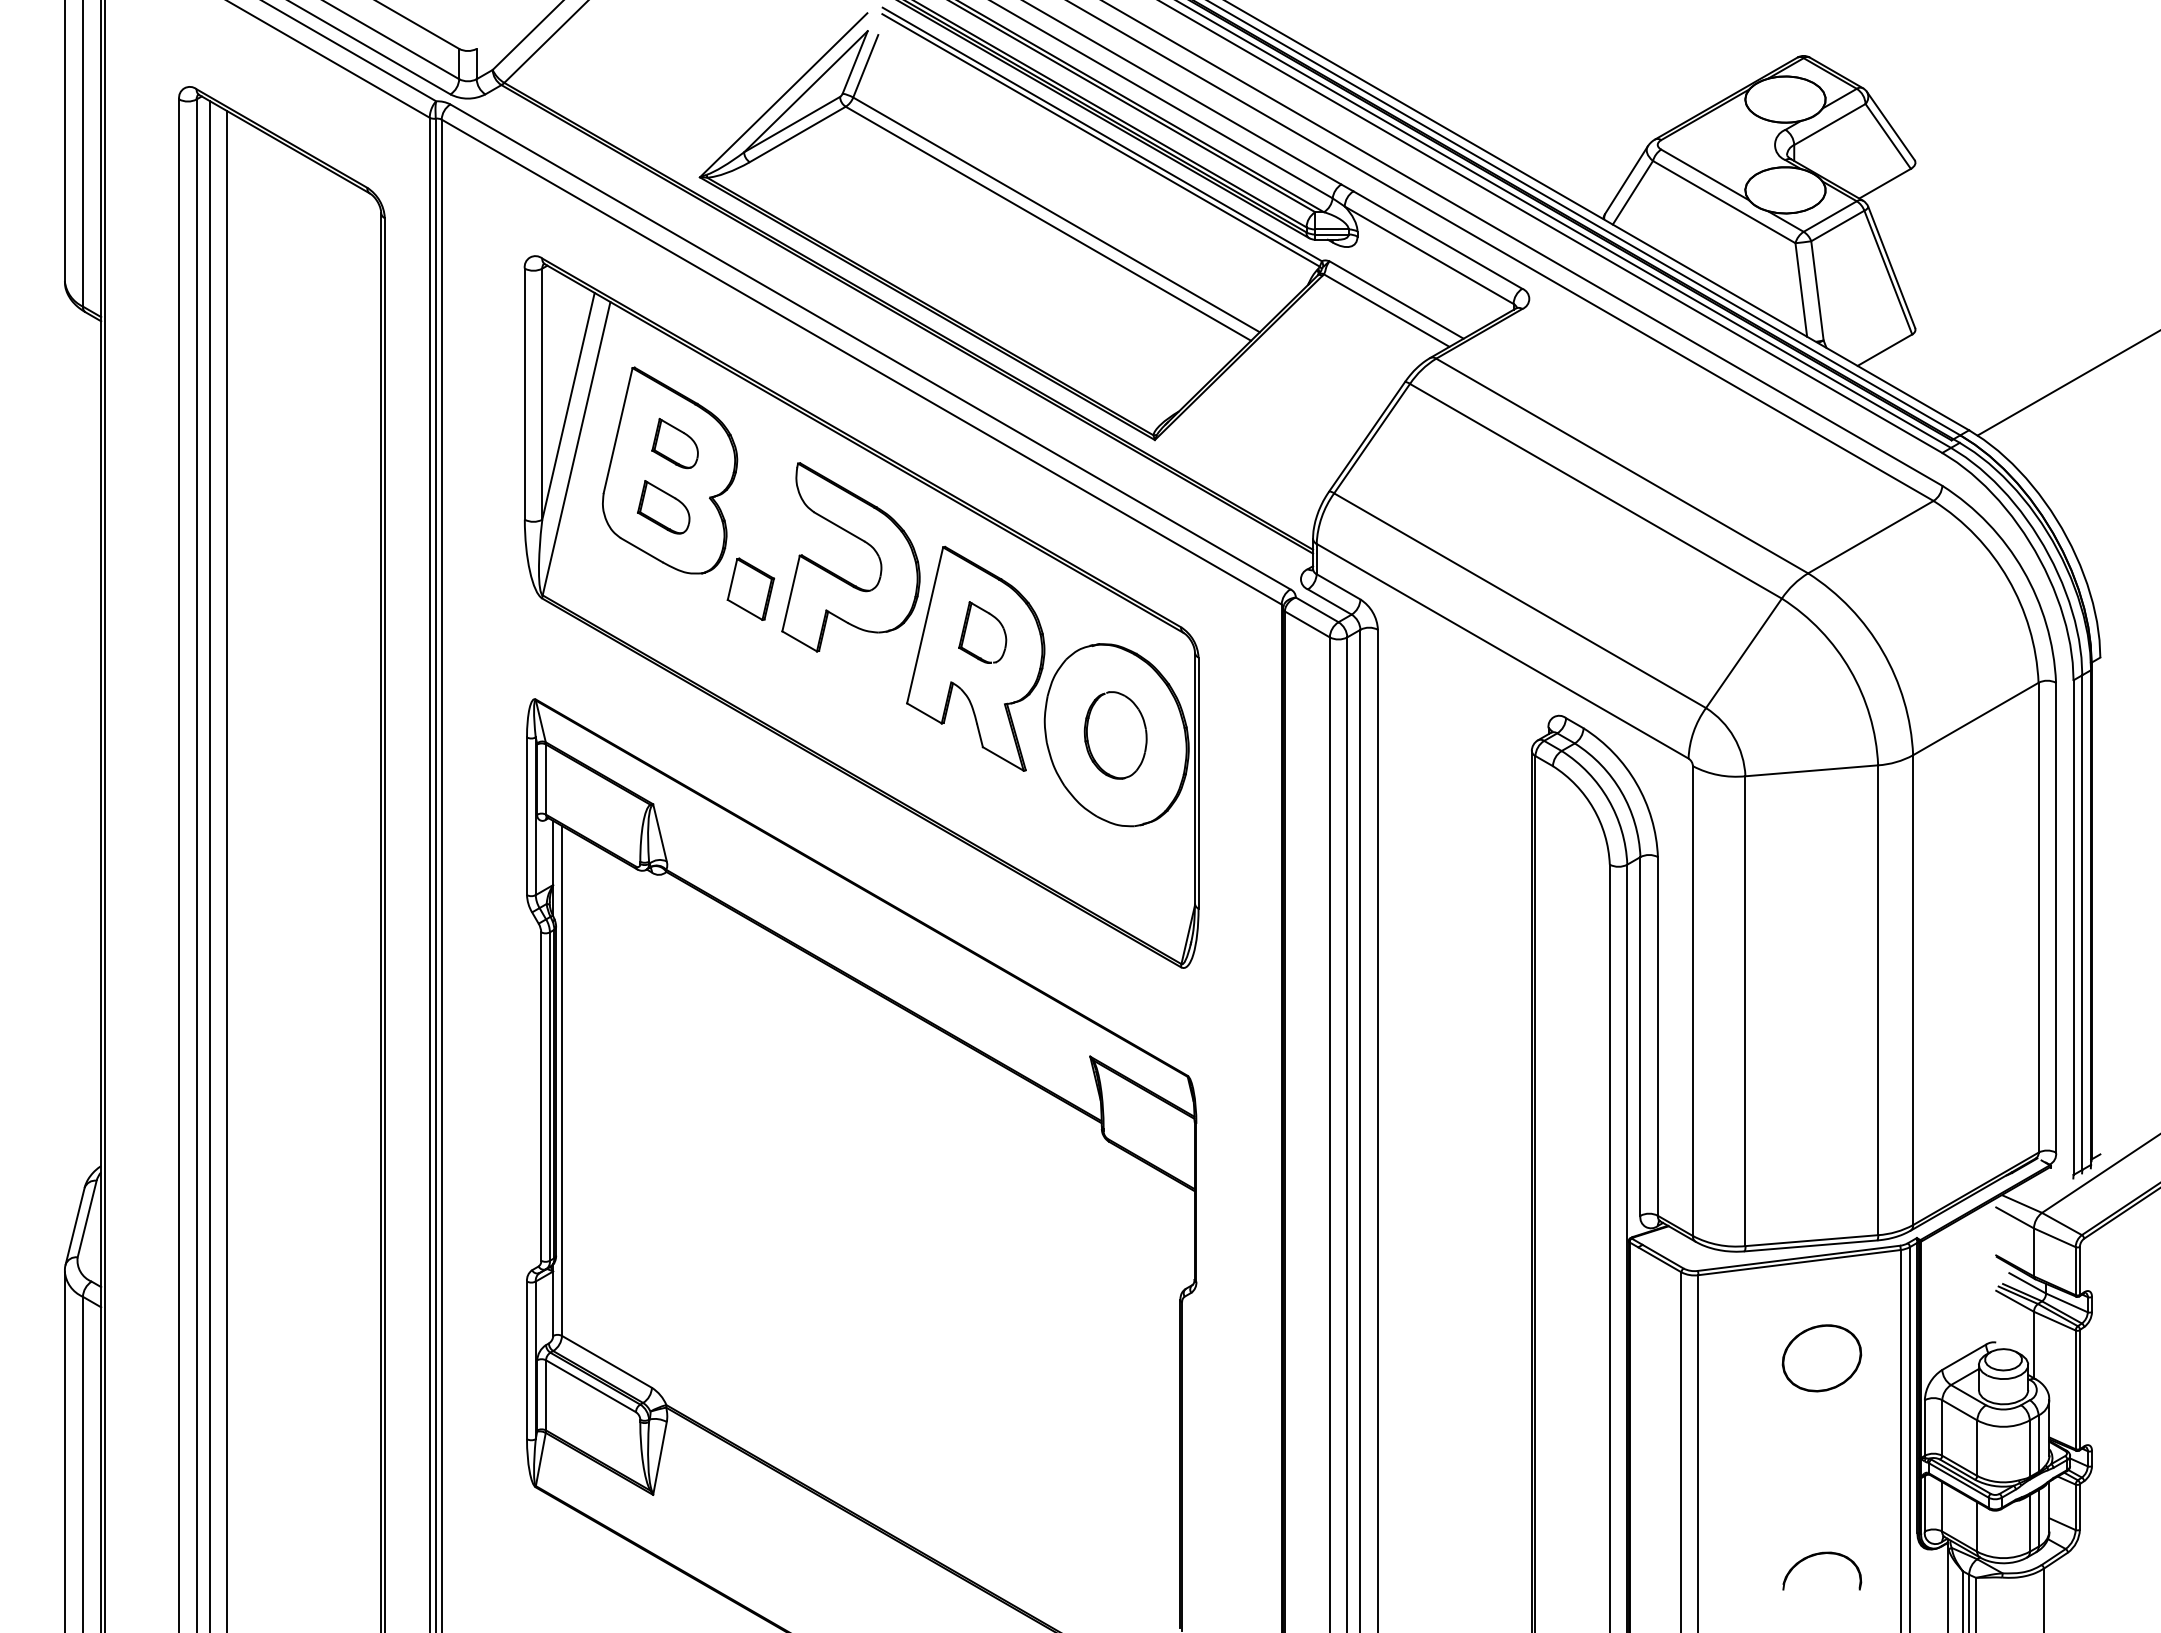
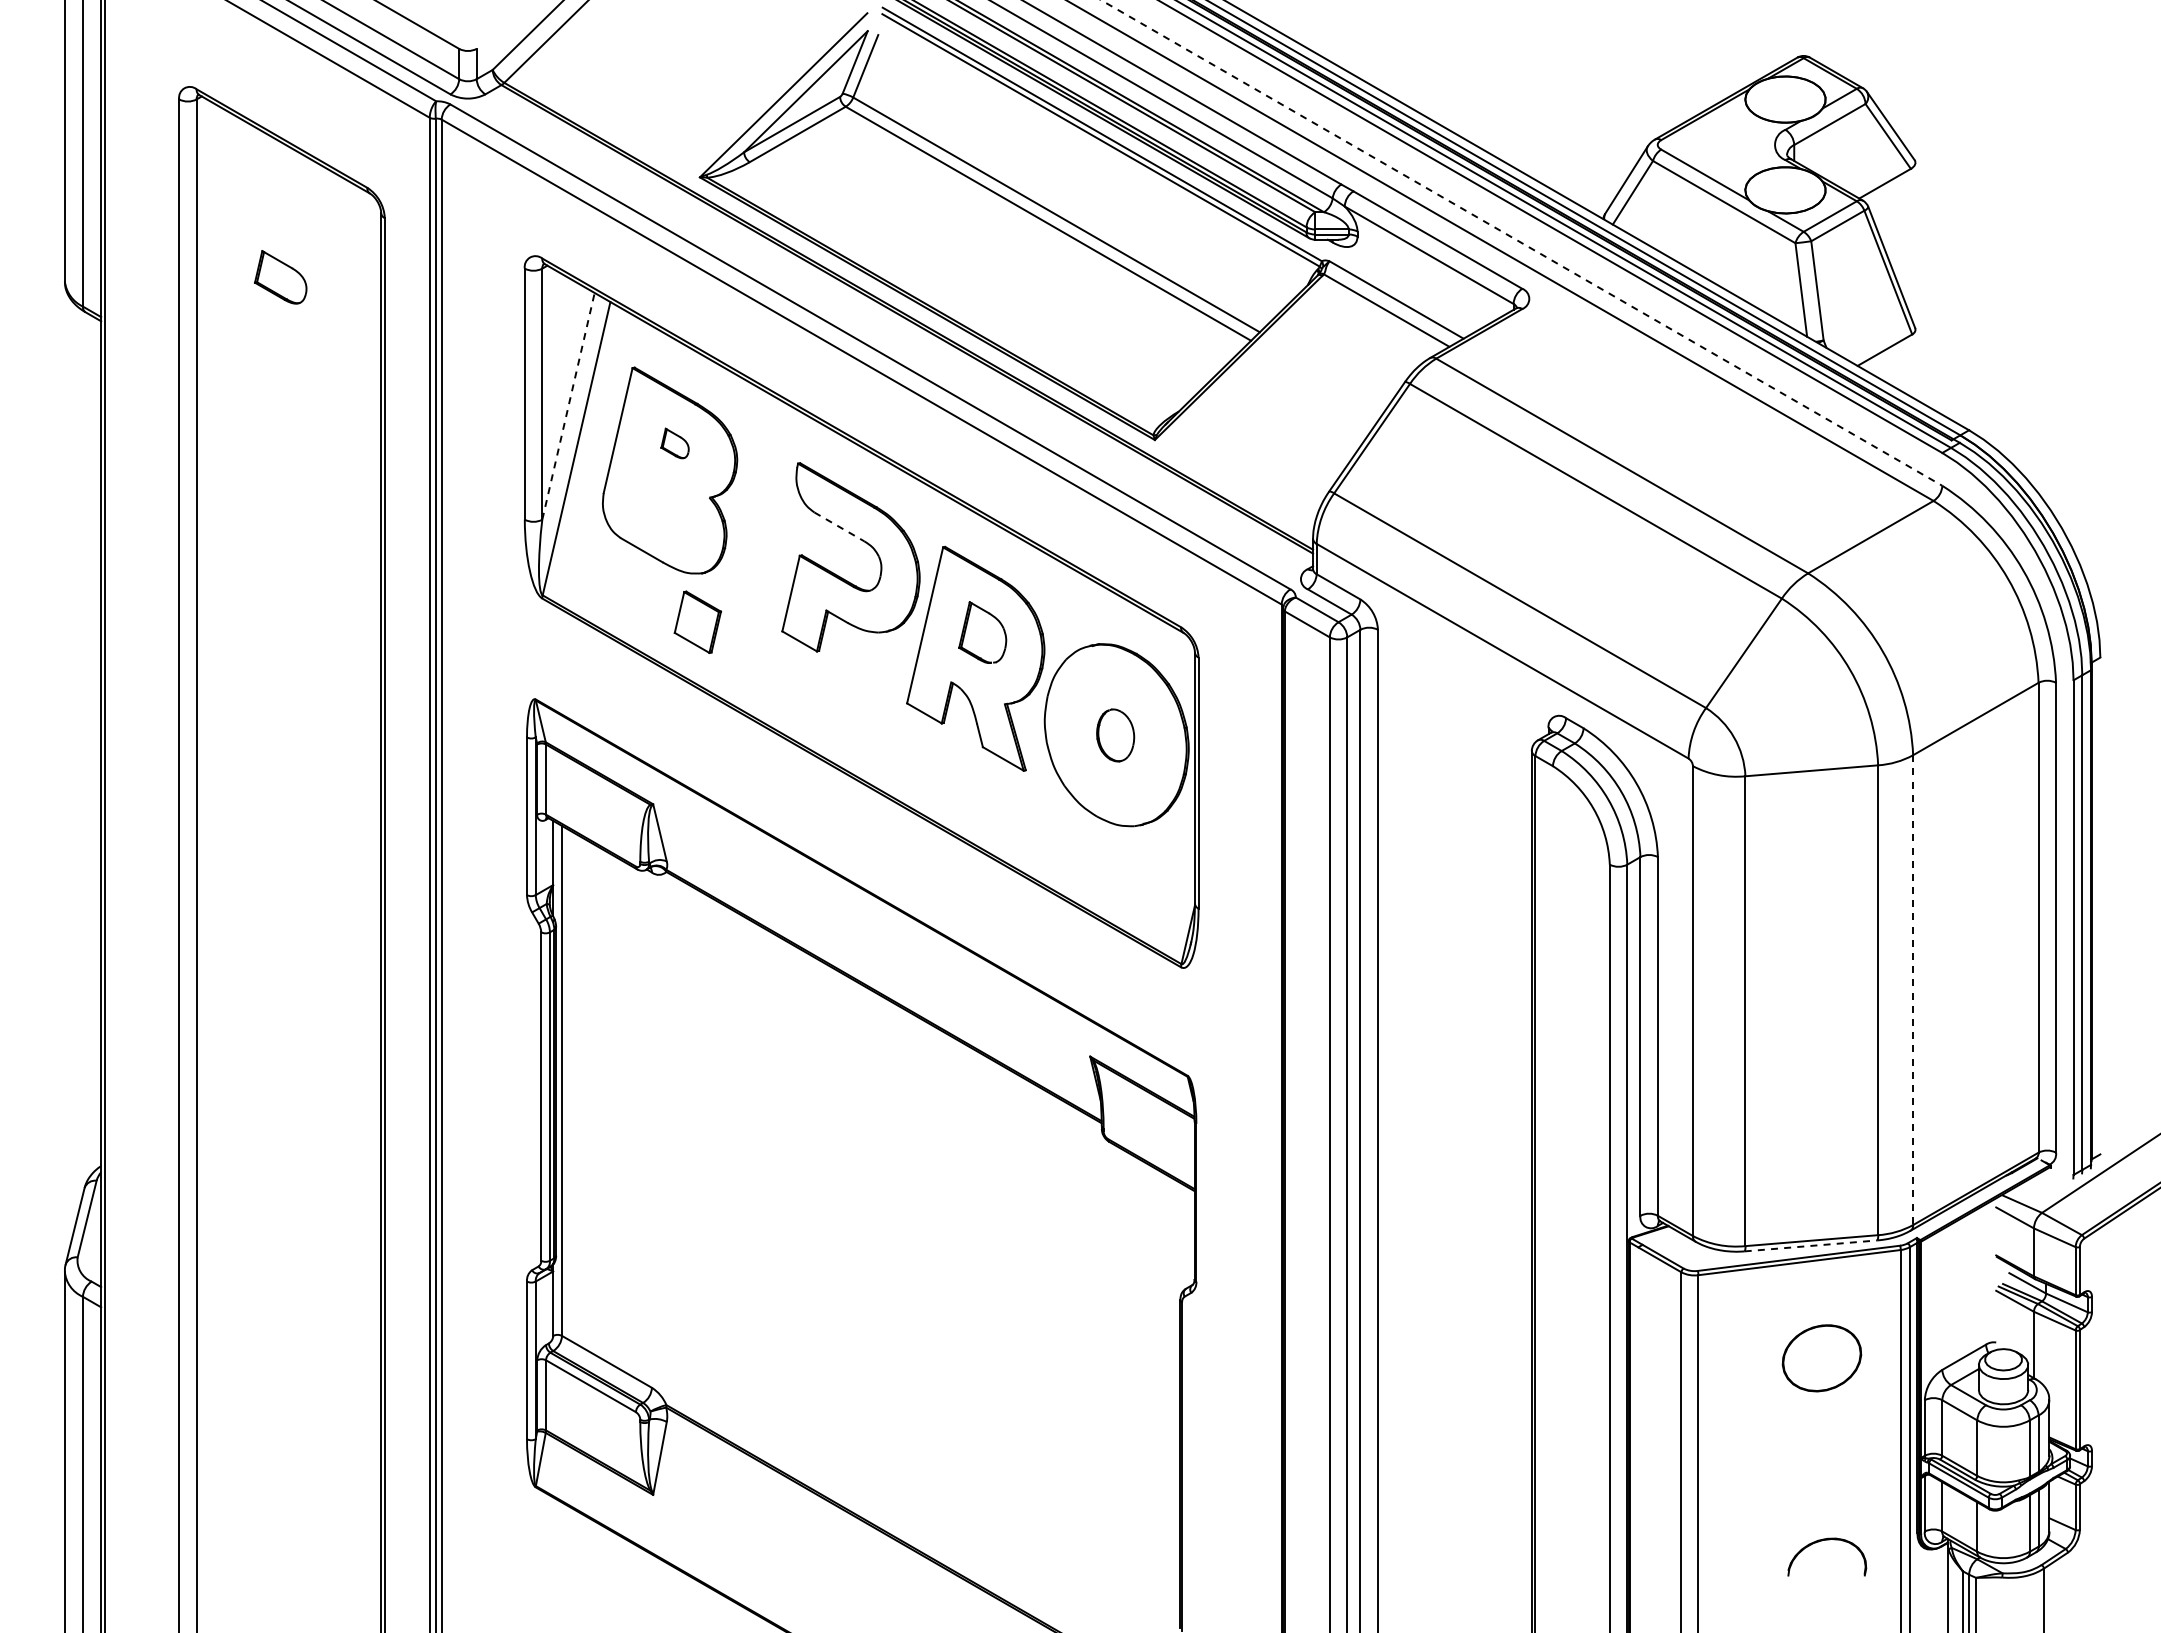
line at (1522, 243): solid -> dashed
line at (2067, 383): present -> none
line at (568, 405): solid -> dashed
part at (674, 443) size: 48x53 px -> 30x33 px
part at (663, 507) position: (663, 507) -> (280, 277)
line at (839, 526): solid -> dashed
part at (750, 588) position: (750, 588) -> (697, 621)
part at (1115, 735) size: 65x89 px -> 40x55 px
line at (209, 865): present -> none
line at (227, 870): present -> none
line at (1913, 990): solid -> dashed
line at (1811, 1245): solid -> dashed
part at (1817, 1555) position: (1817, 1555) -> (1822, 1541)
